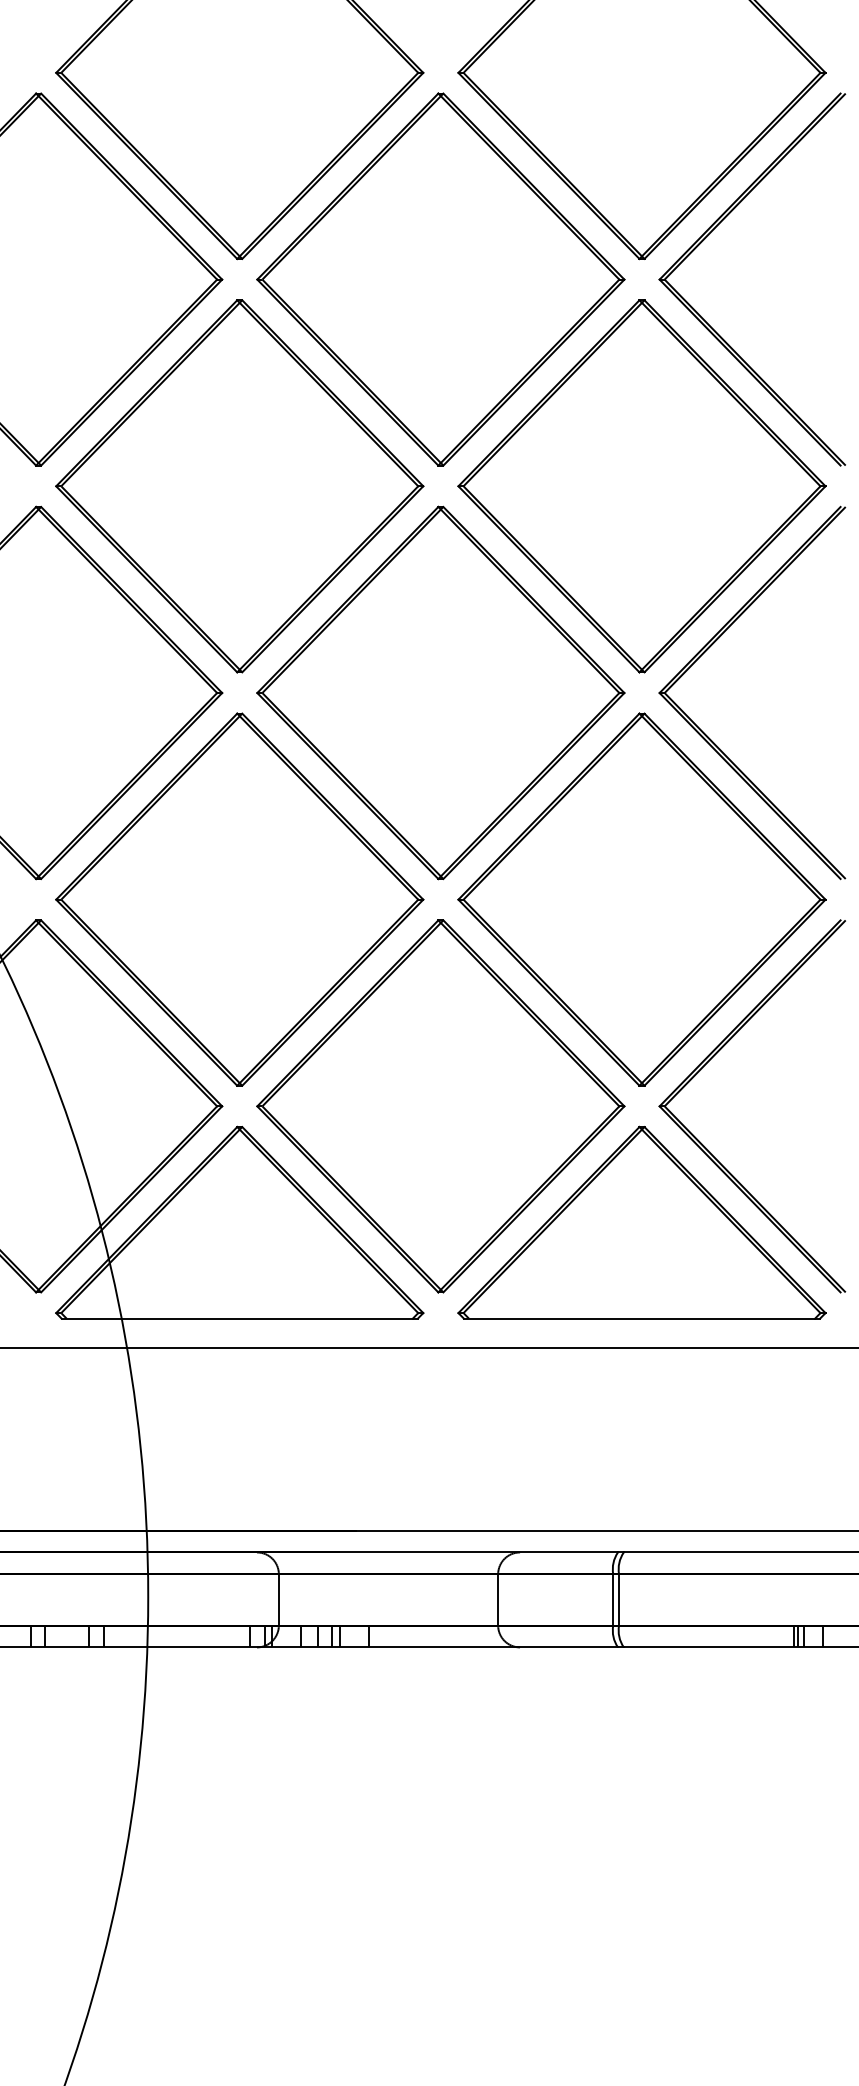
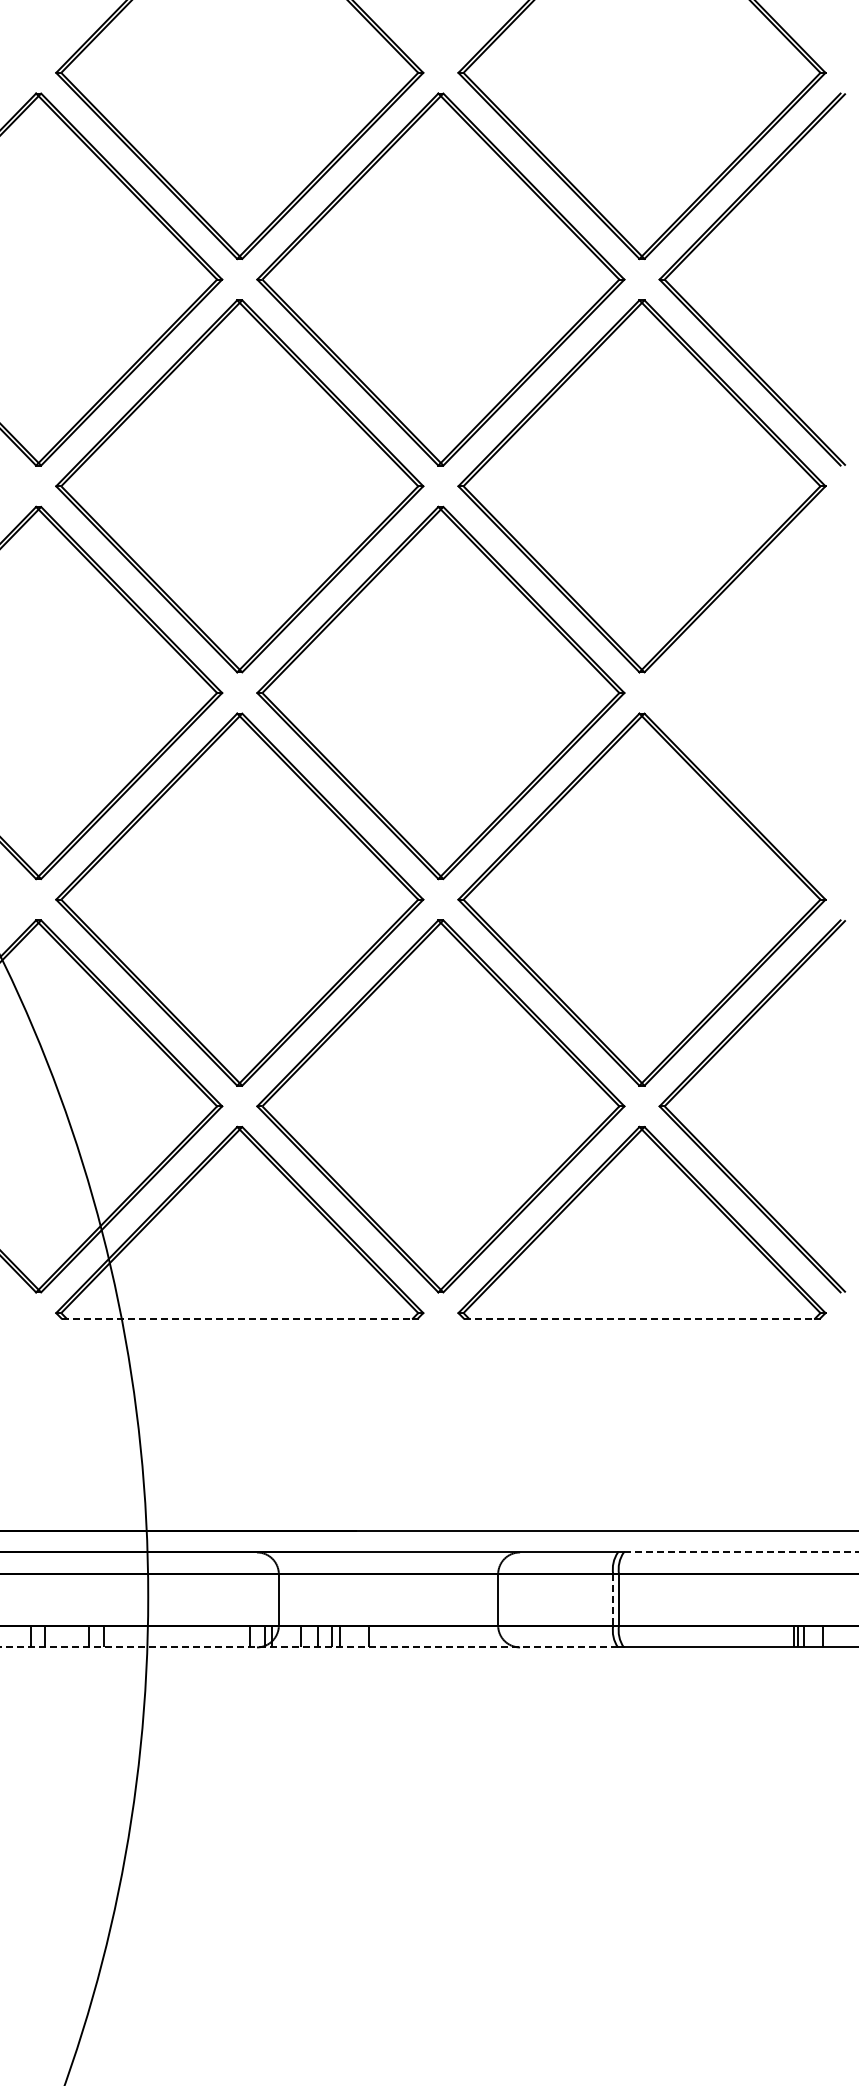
part at (709, 648): present -> none
line at (237, 1318): solid -> dashed
line at (639, 1318): solid -> dashed
line at (428, 1347): present -> none
line at (741, 1552): solid -> dashed
line at (613, 1599): solid -> dashed
line at (309, 1647): solid -> dashed
